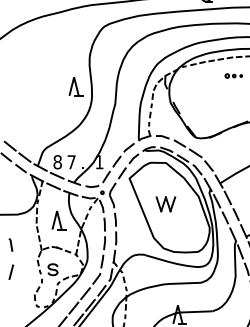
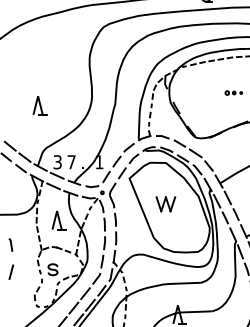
part at (233, 75) position: (233, 75) -> (233, 92)
part at (75, 86) position: (75, 86) -> (39, 105)
text at (57, 162): 8 -> 3
